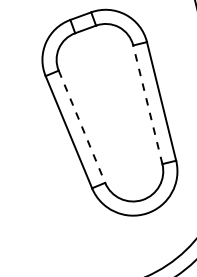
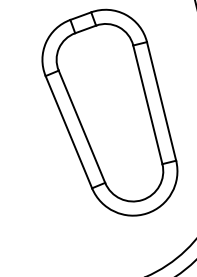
line at (147, 104): dashed -> solid
line at (81, 126): dashed -> solid
